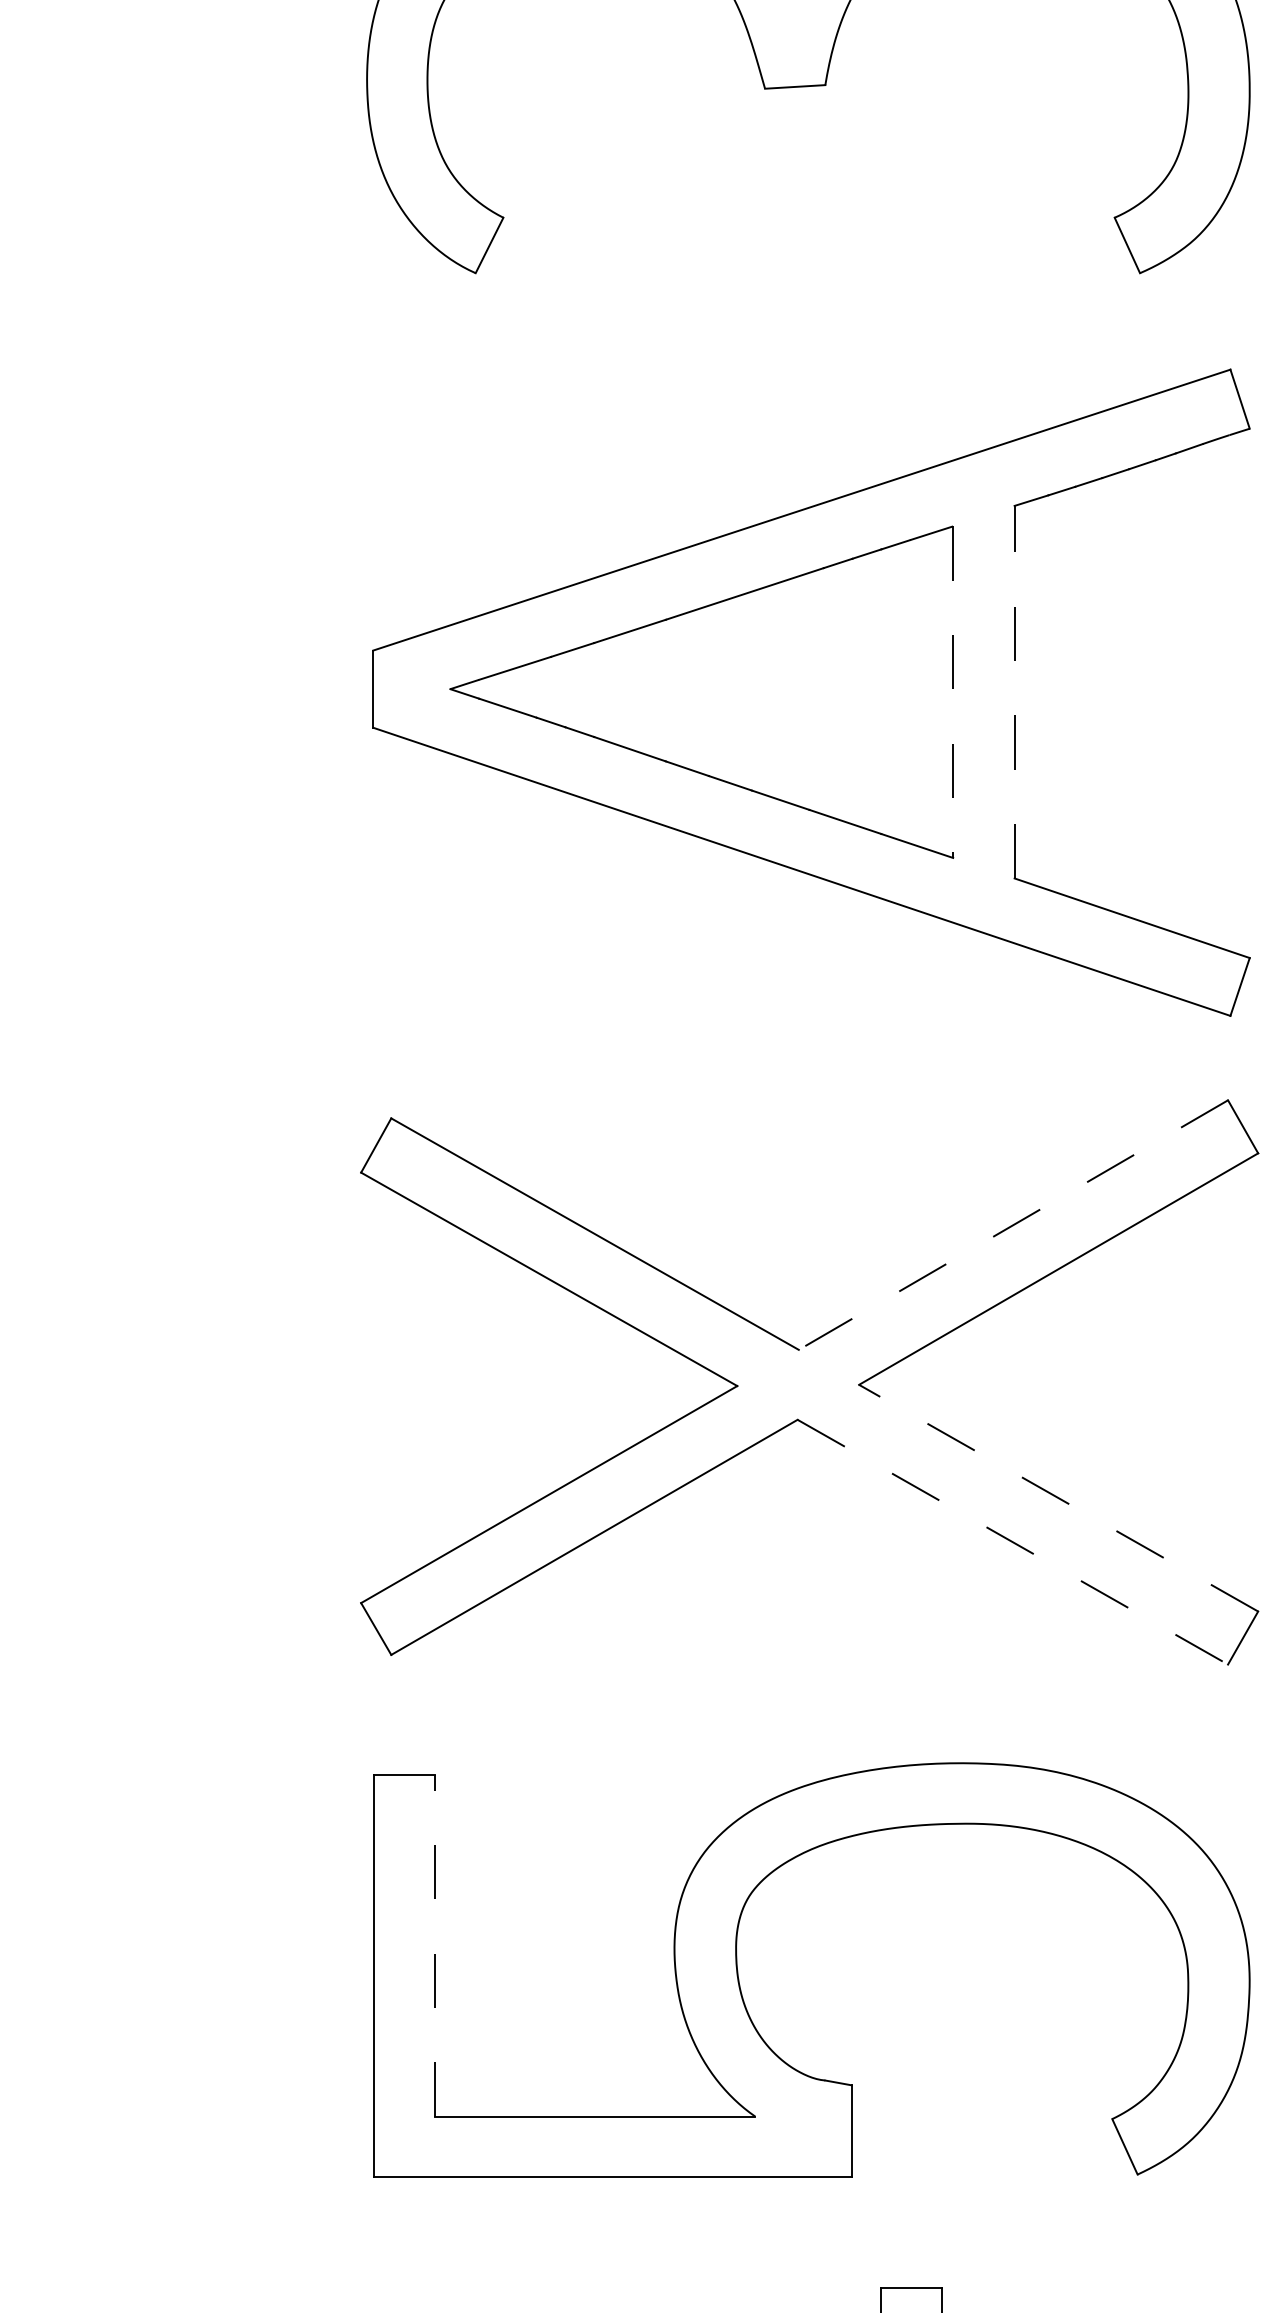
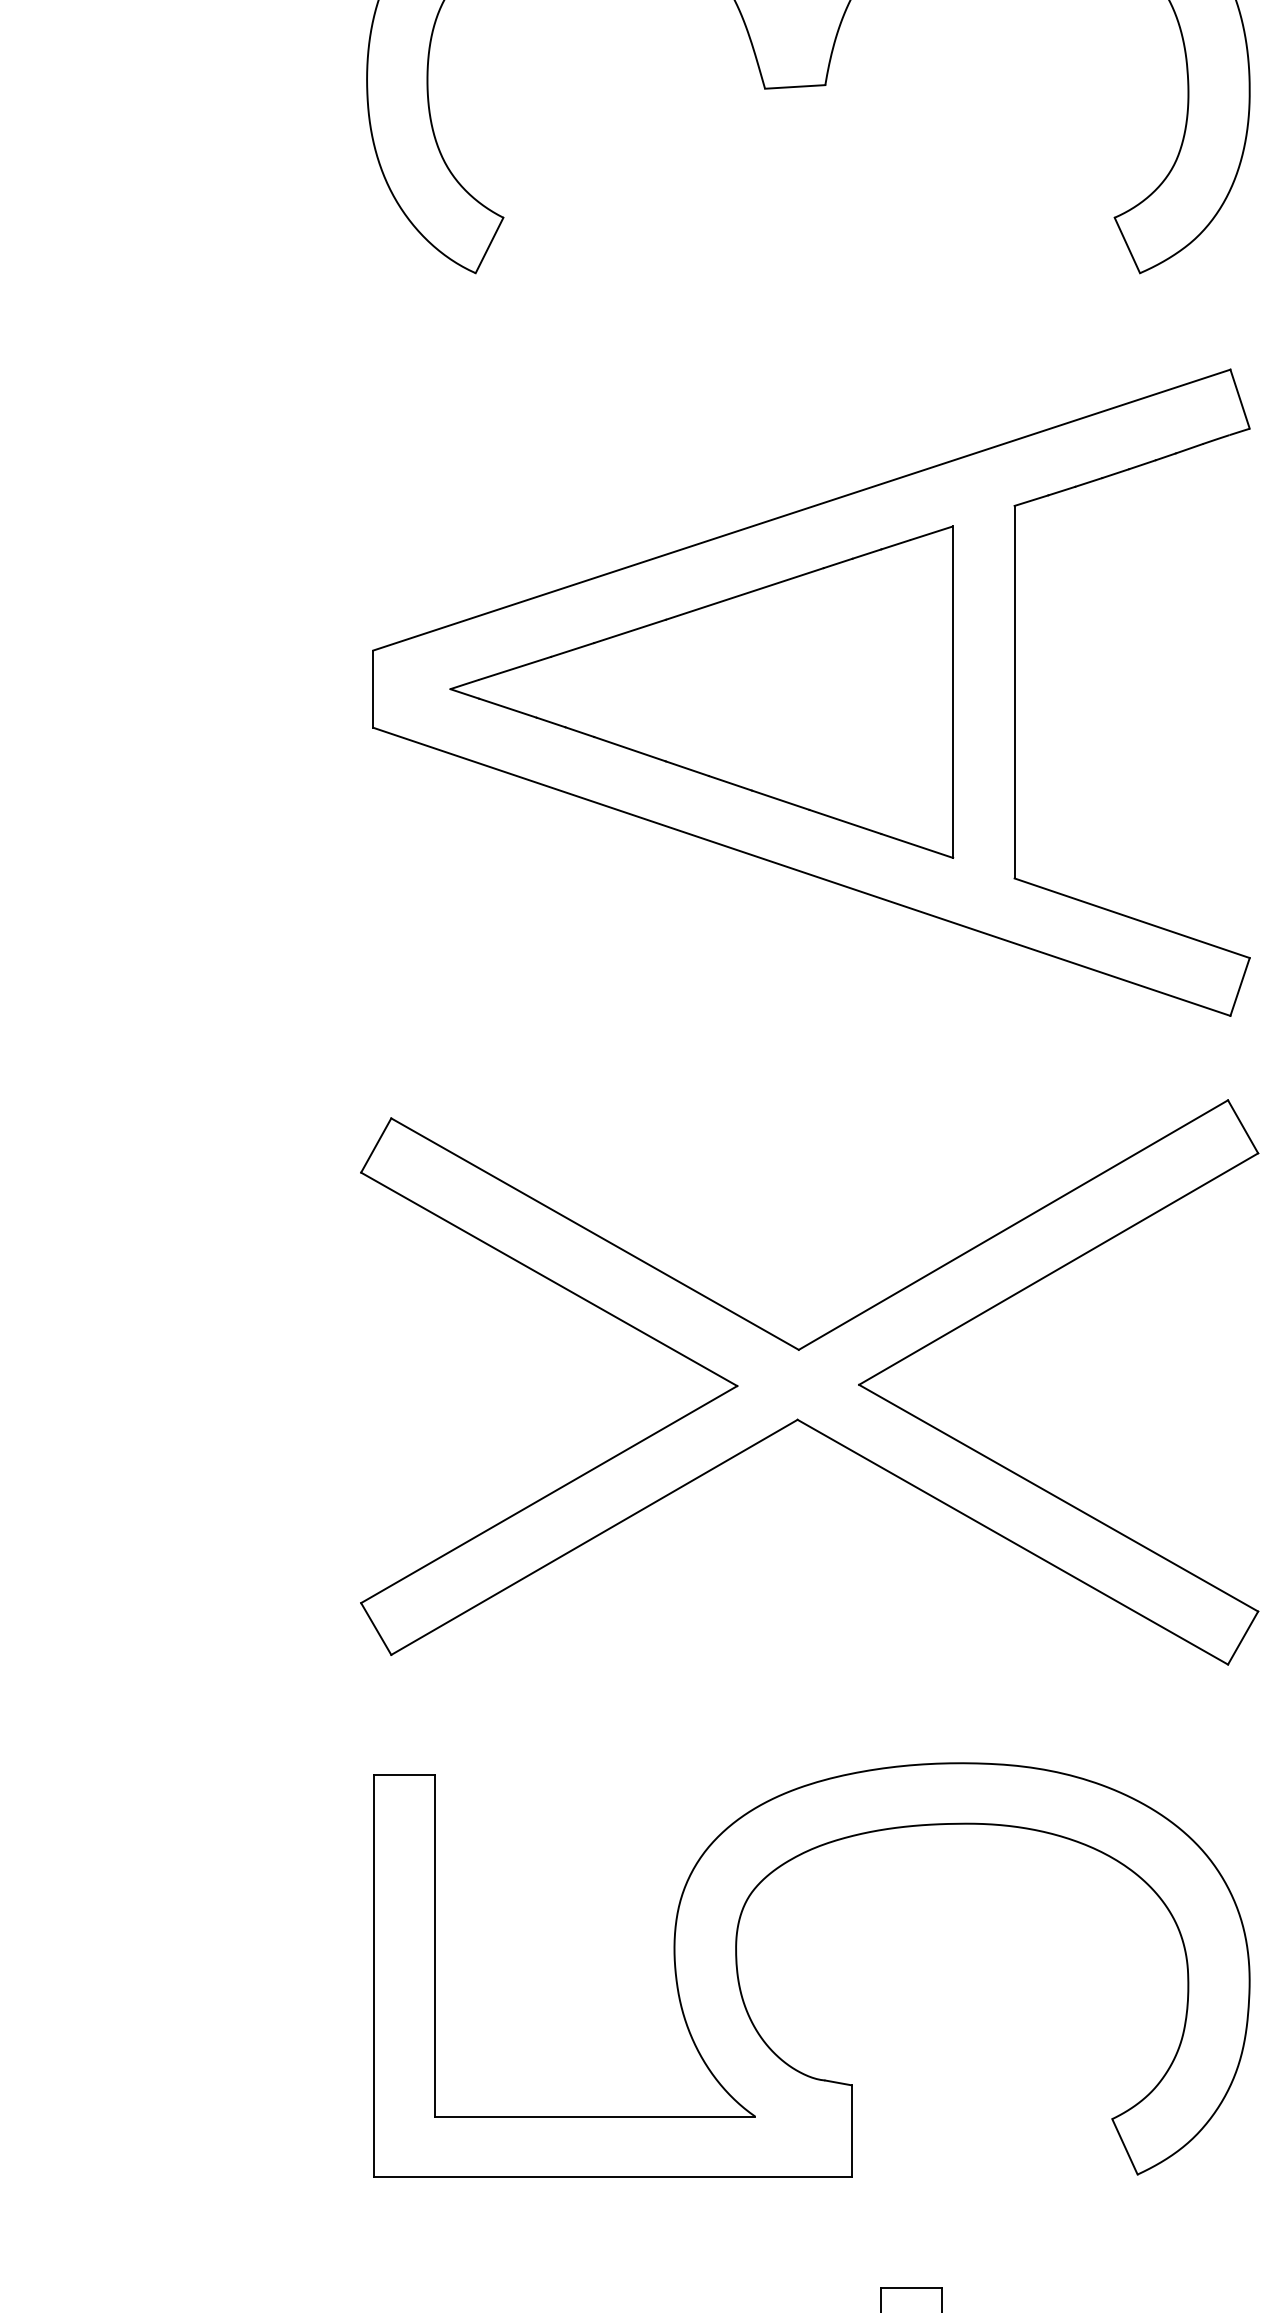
line at (1014, 691): dashed -> solid
line at (953, 692): dashed -> solid
line at (1013, 1225): dashed -> solid
line at (1058, 1497): dashed -> solid
line at (1012, 1542): dashed -> solid
line at (434, 1946): dashed -> solid
